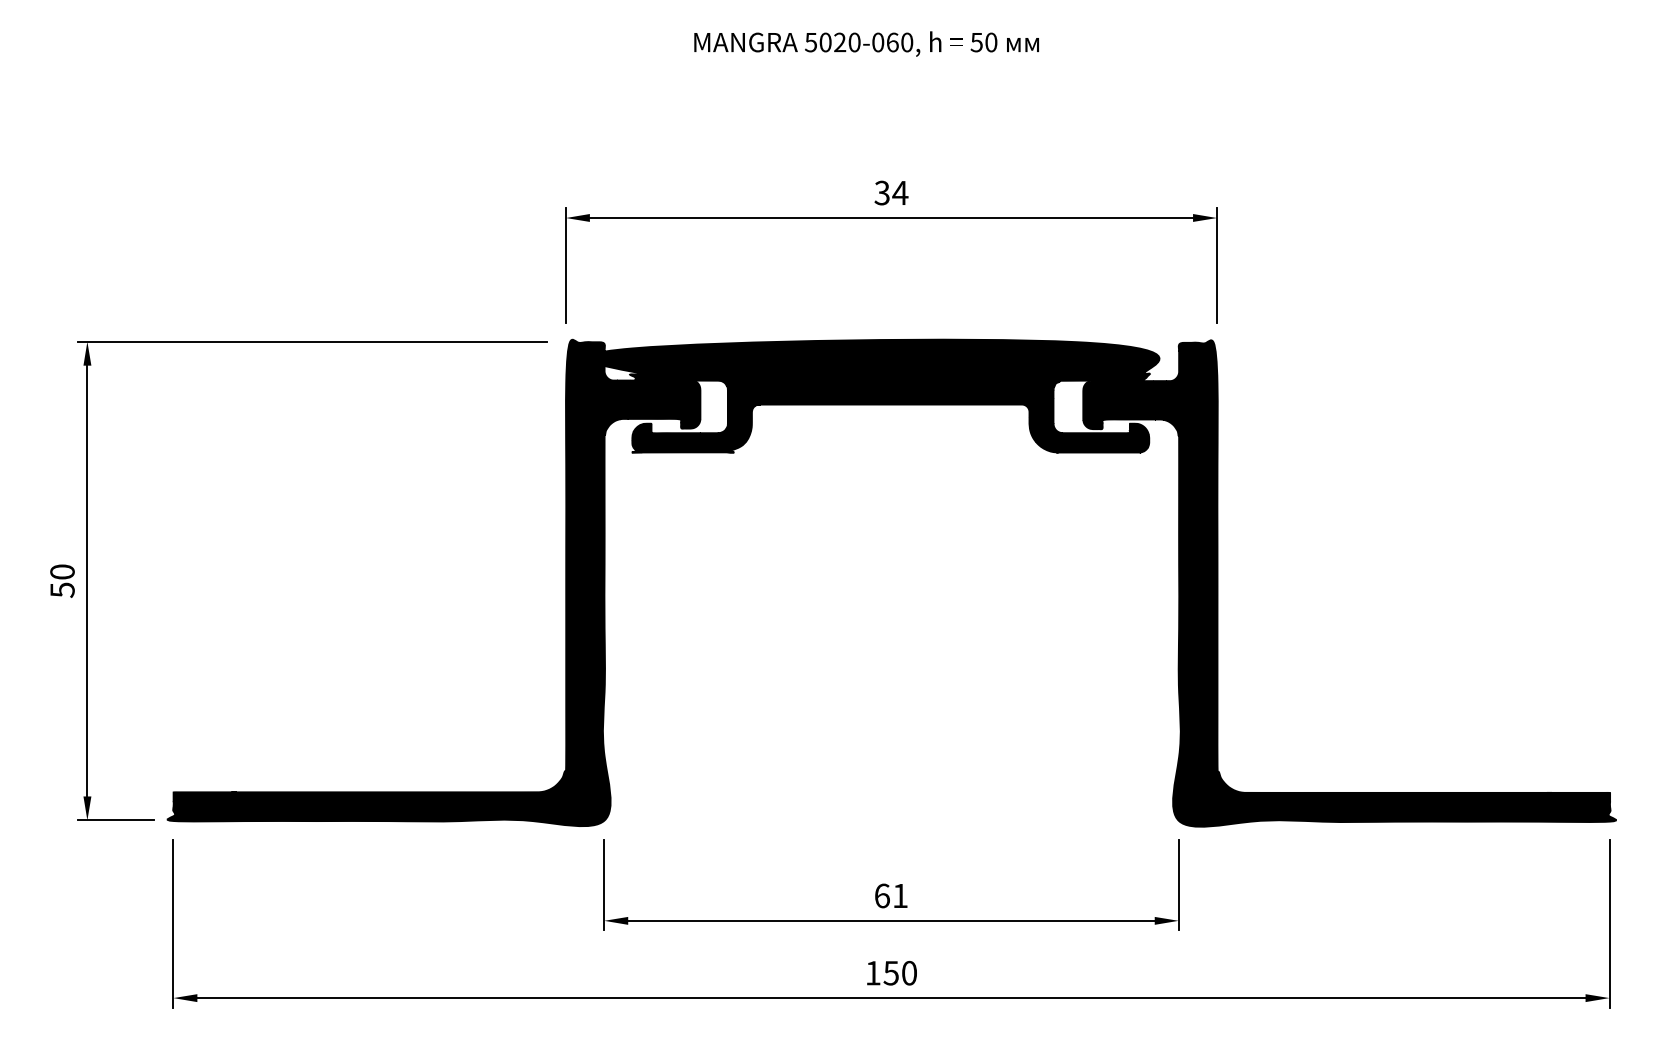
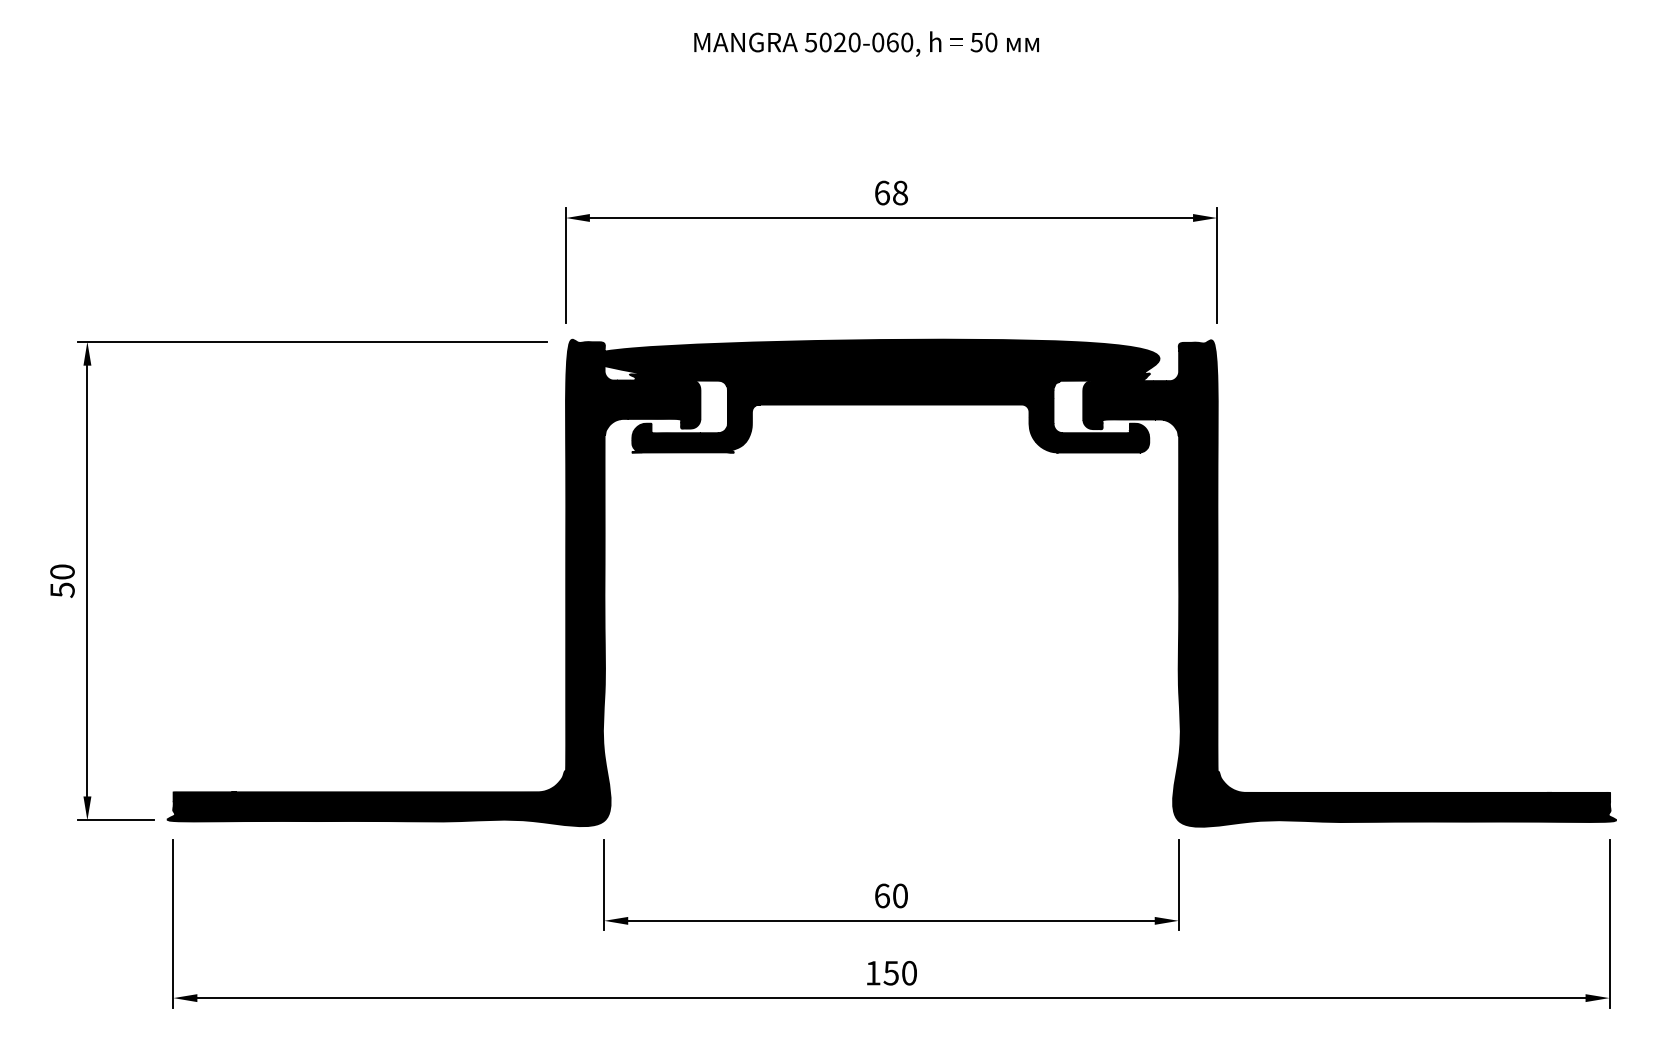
text at (891, 192): 34 -> 68
text at (900, 895): 61 -> 60
